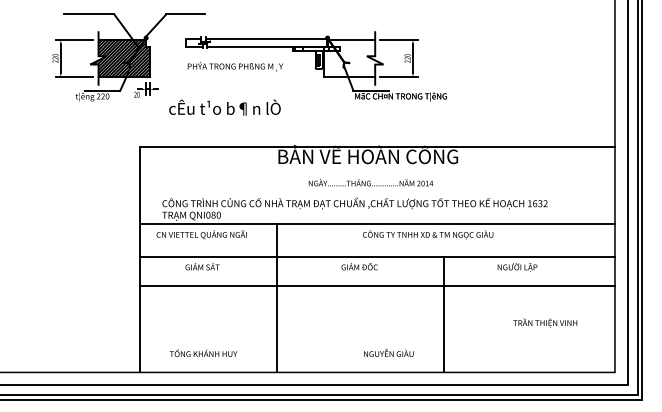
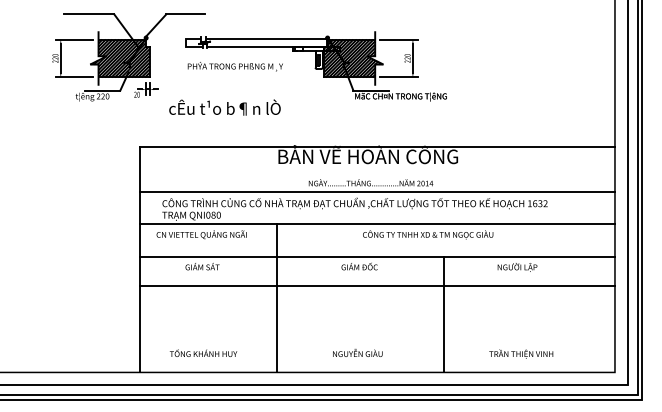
hatch at (352, 58): none -> present
line at (377, 192): none -> present
text at (545, 322) position: (545, 322) -> (521, 353)
text at (388, 352) position: (388, 352) -> (357, 352)
